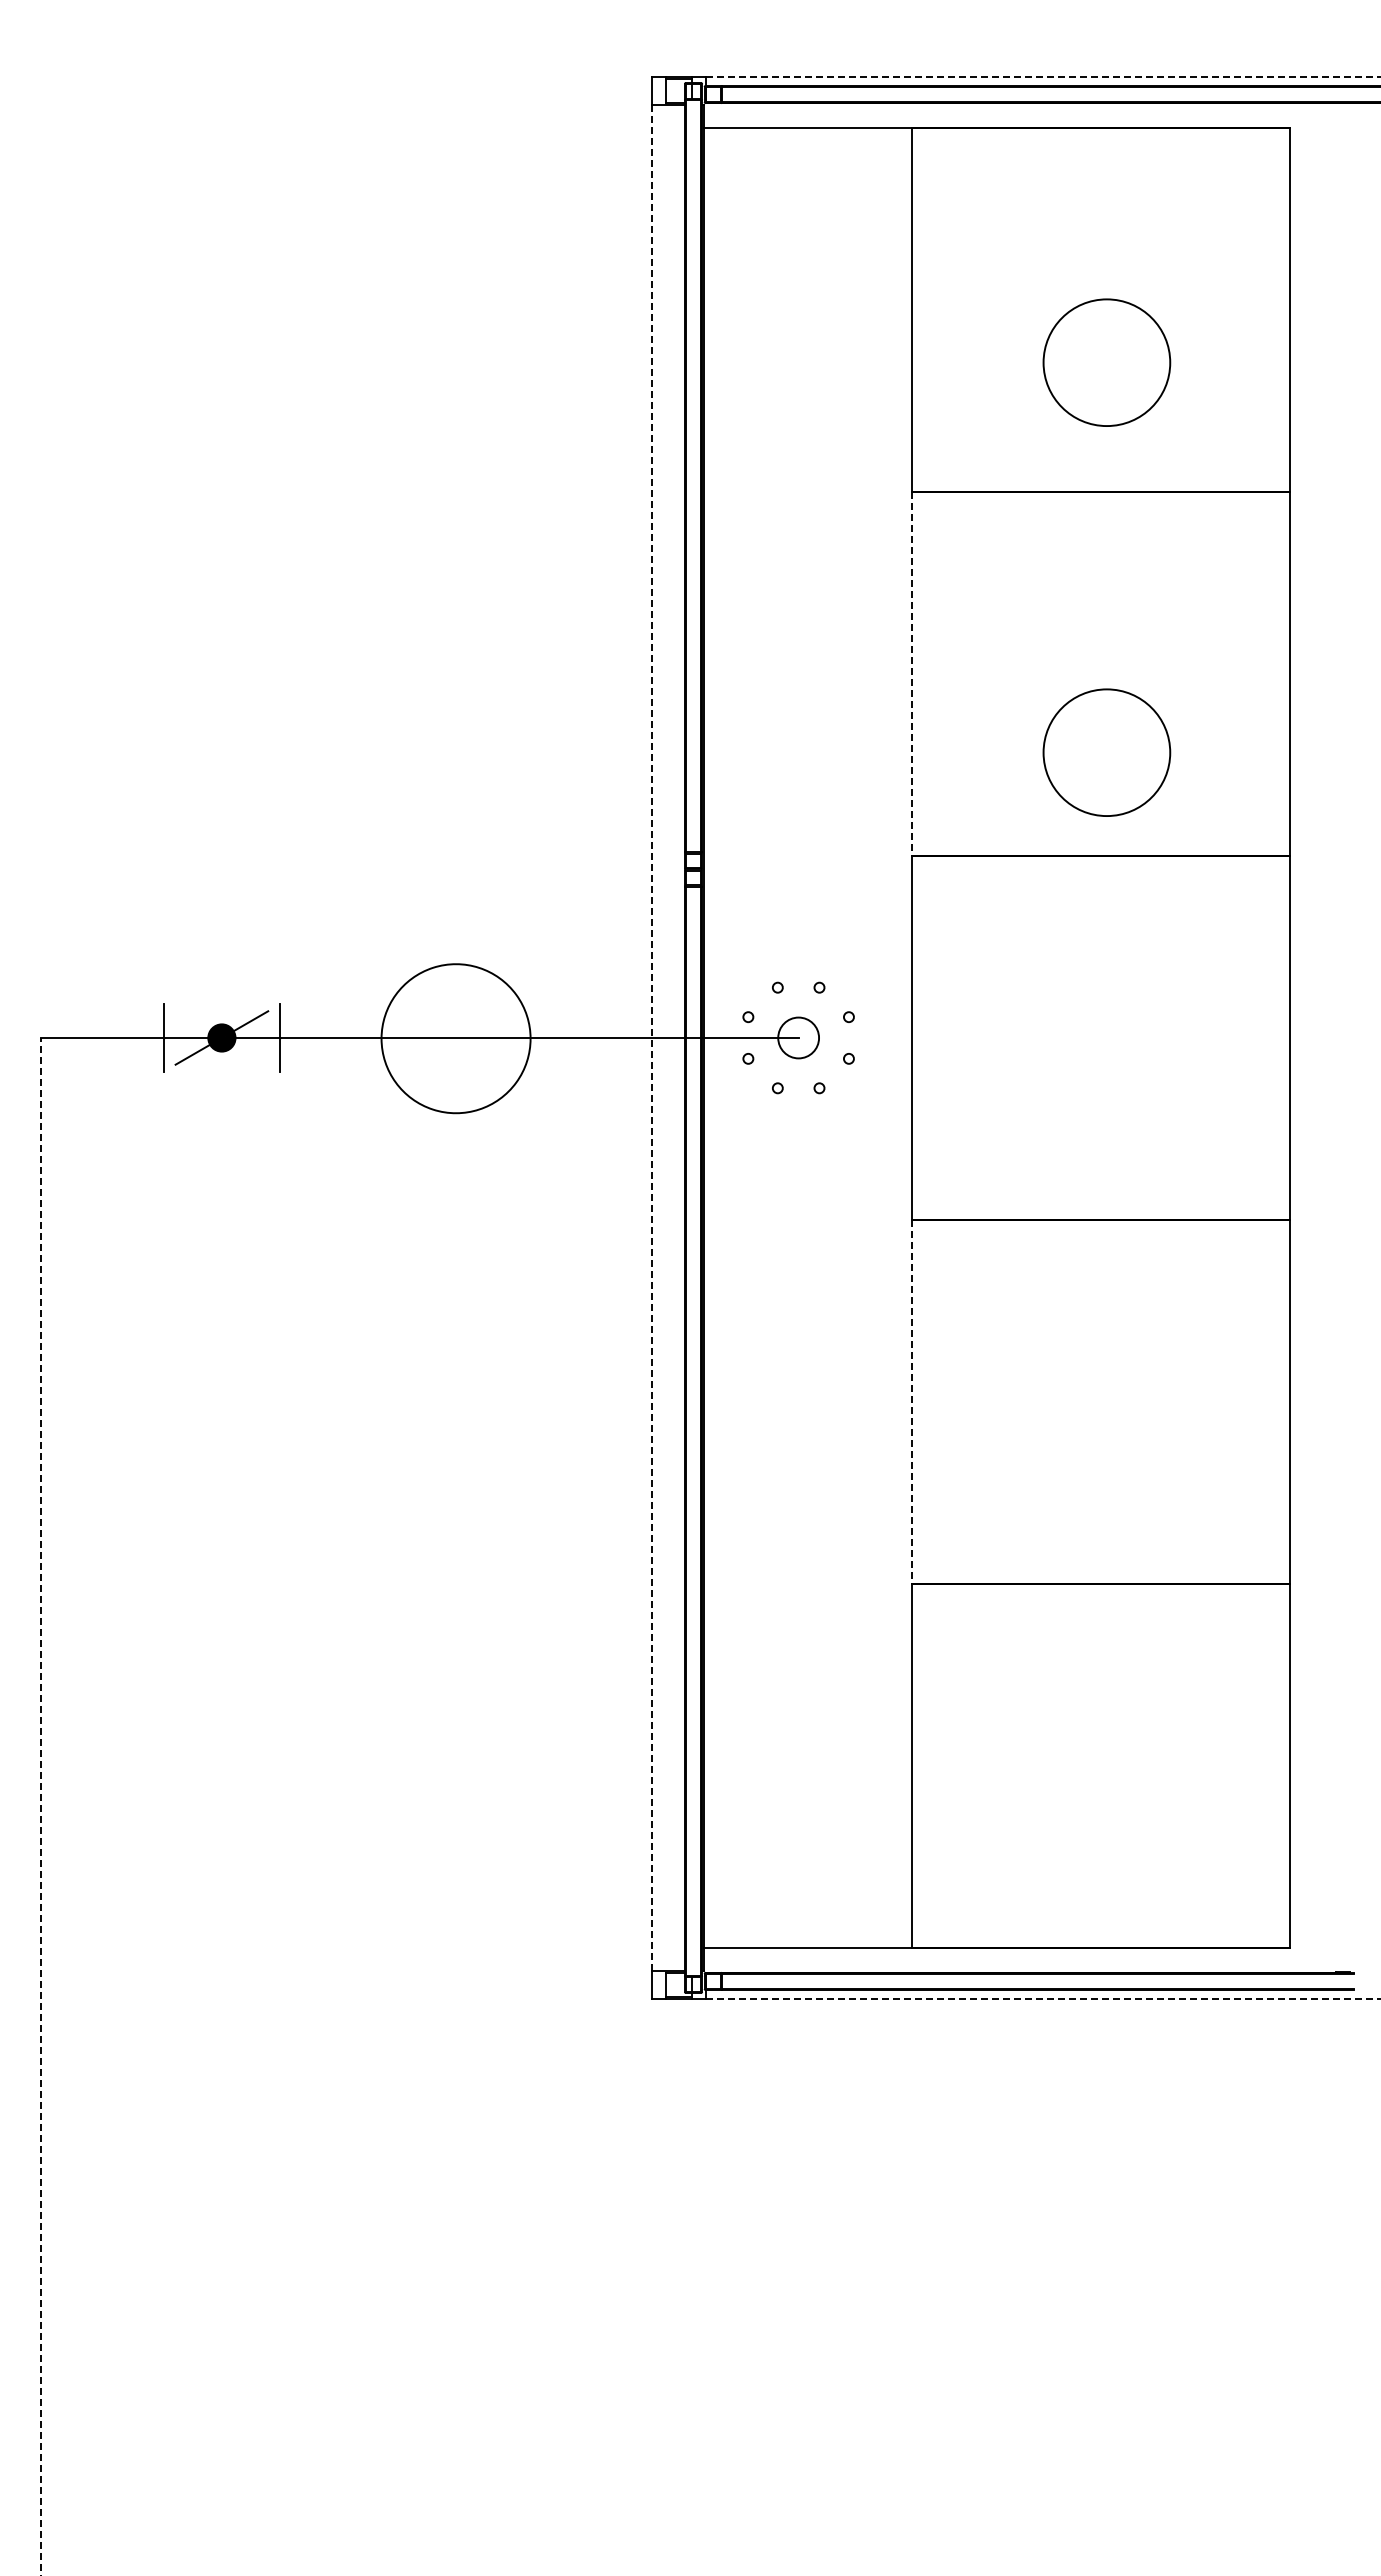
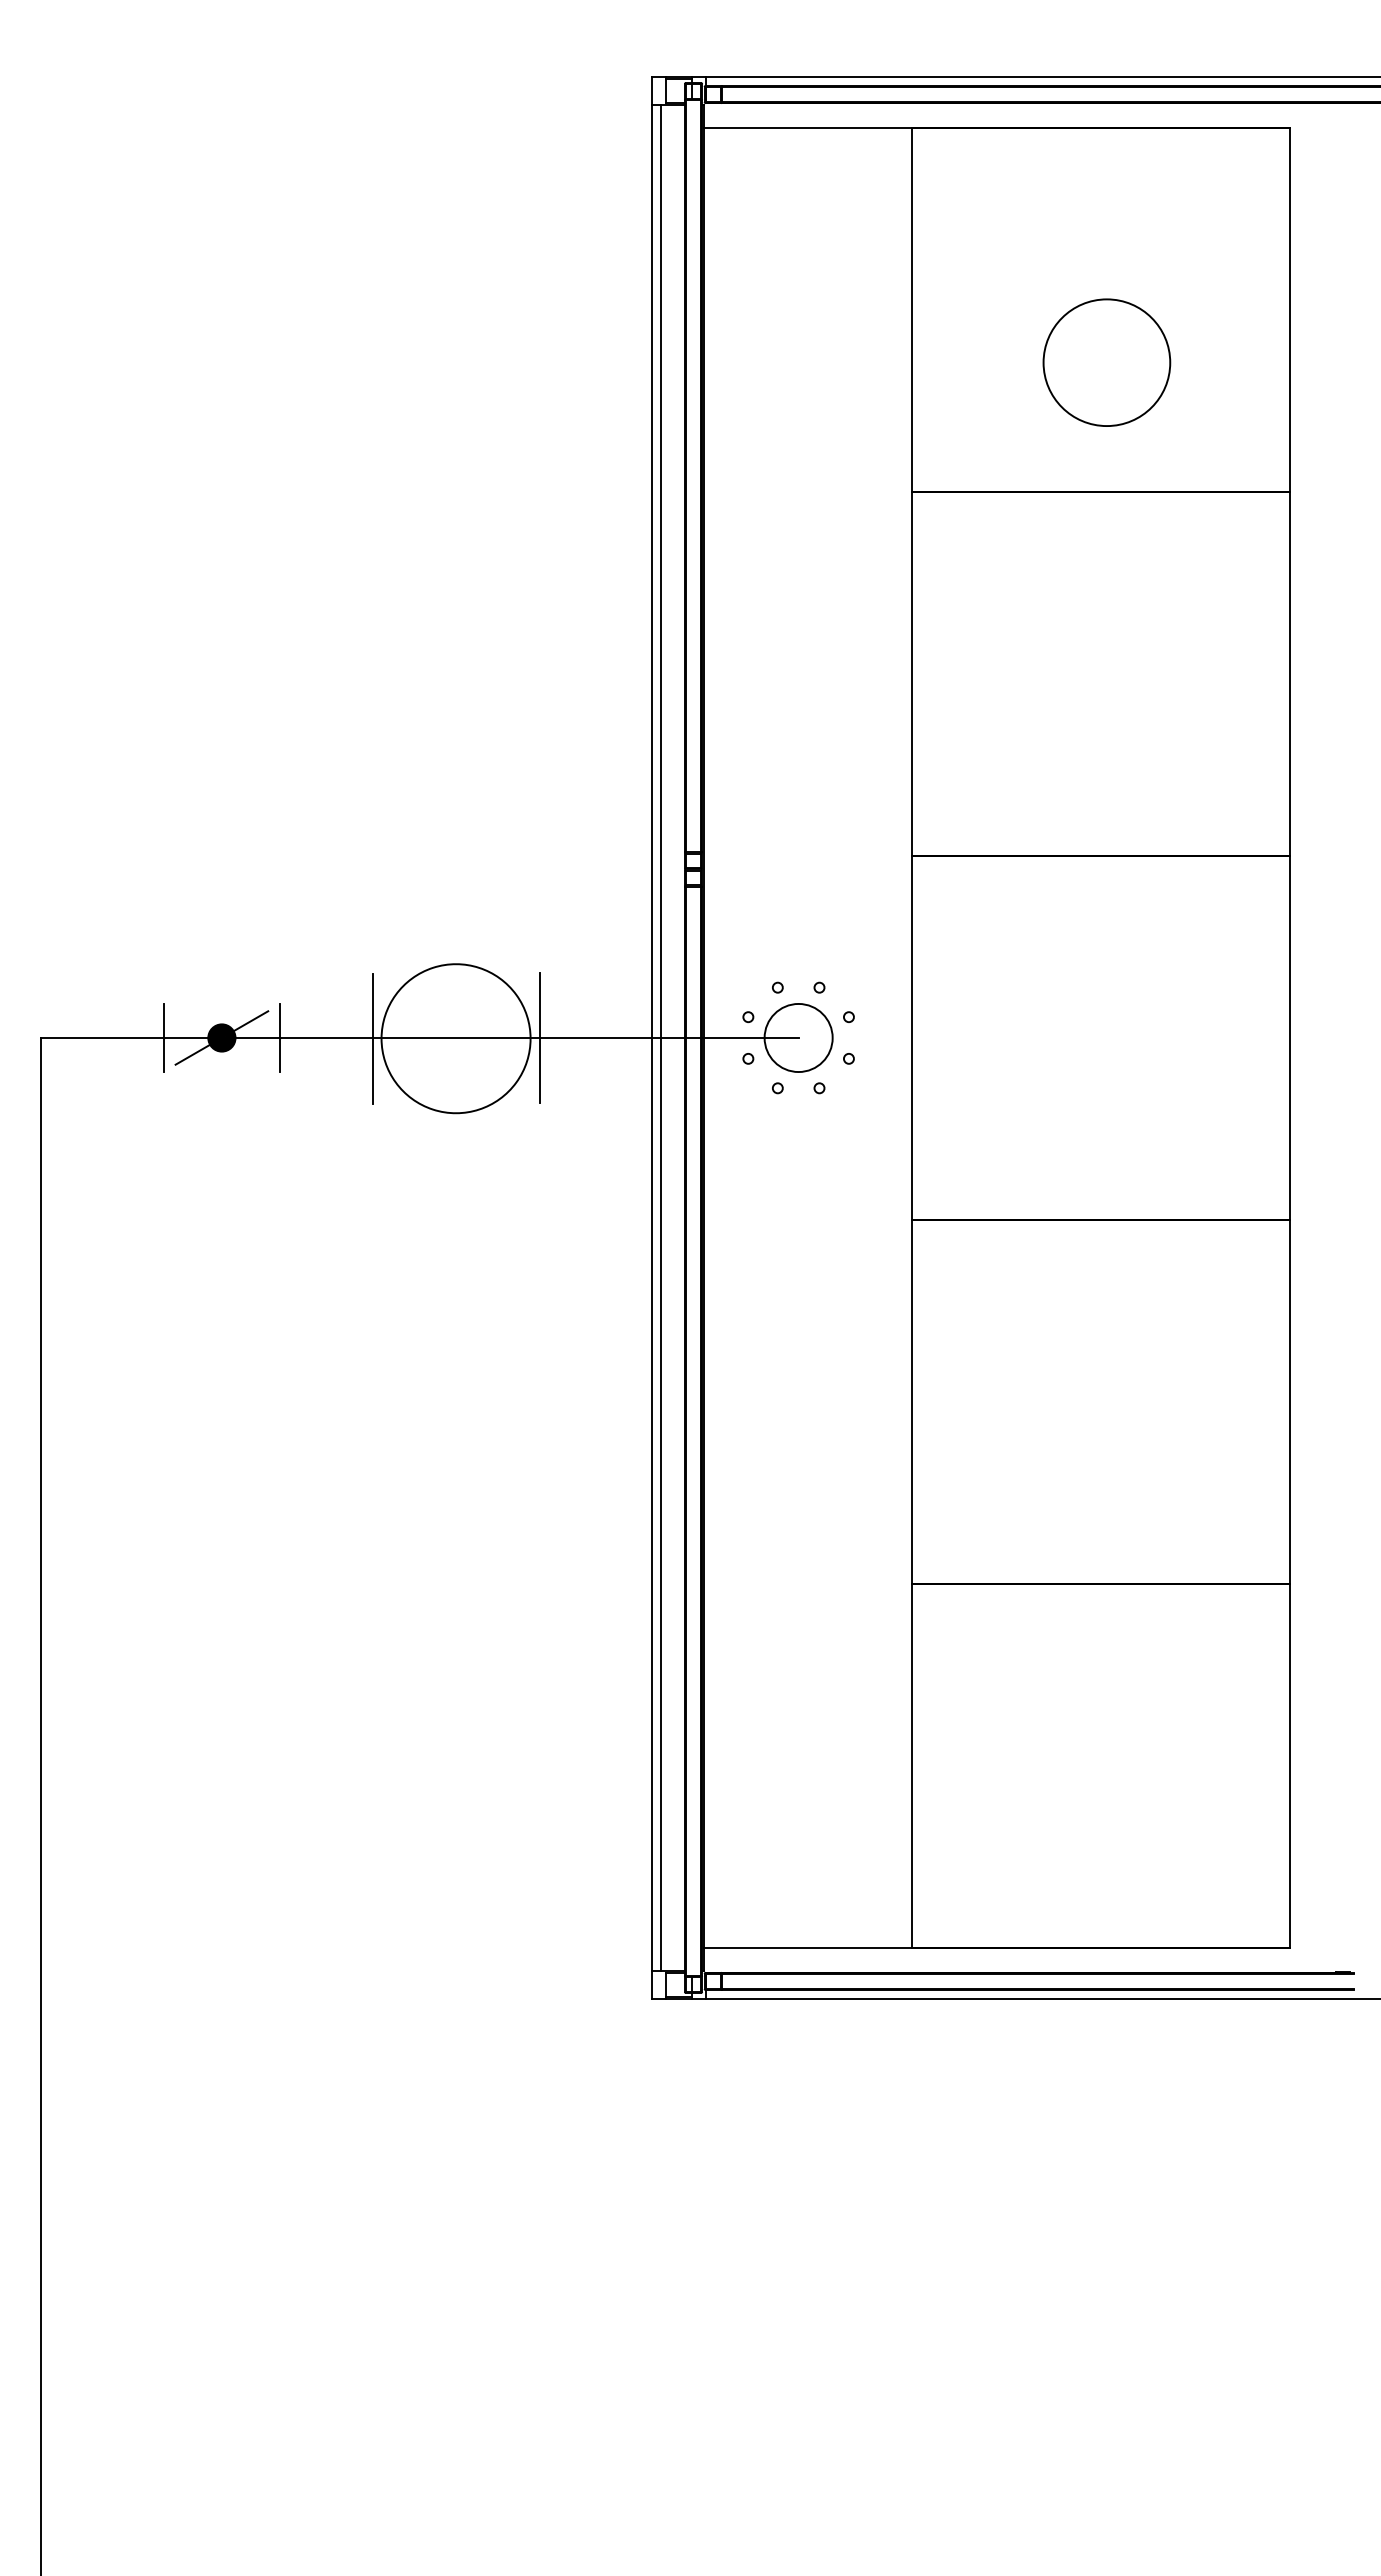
line at (1043, 77): dashed -> solid
line at (911, 674): dashed -> solid
circle at (1106, 752): present -> none
line at (539, 1037): none -> present
line at (661, 1037): none -> present
circle at (798, 1037) diameter: 41 px -> 68 px
line at (372, 1038): none -> present
line at (651, 1038): dashed -> solid
line at (911, 1401): dashed -> solid
line at (41, 1806): dashed -> solid
line at (1043, 1998): dashed -> solid
